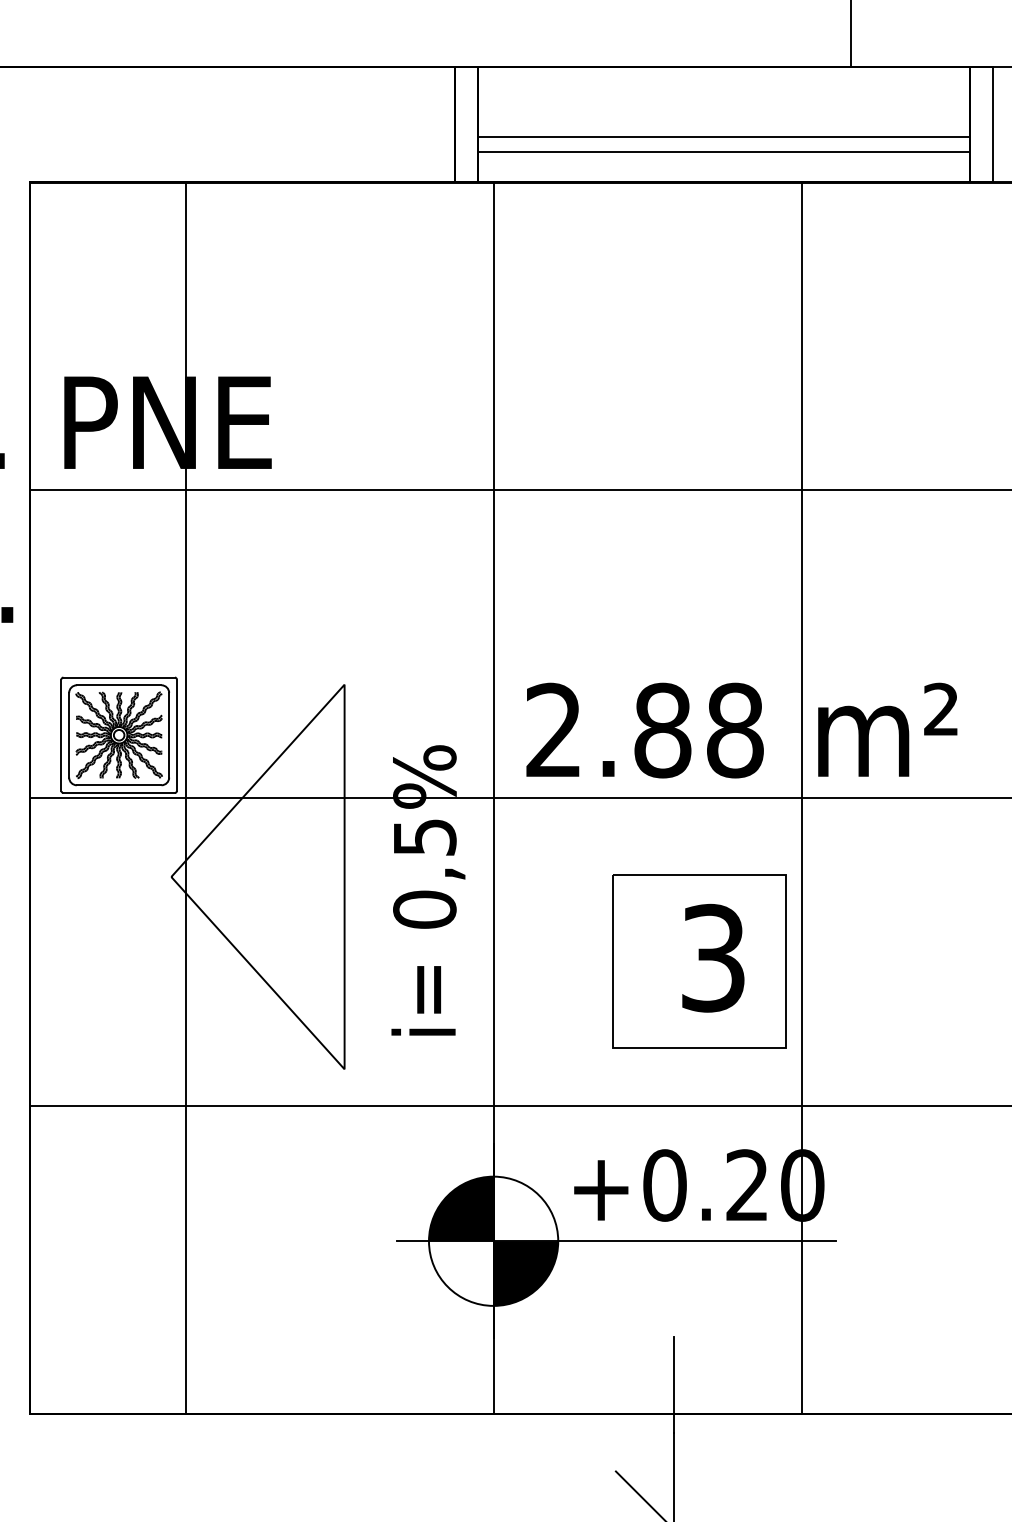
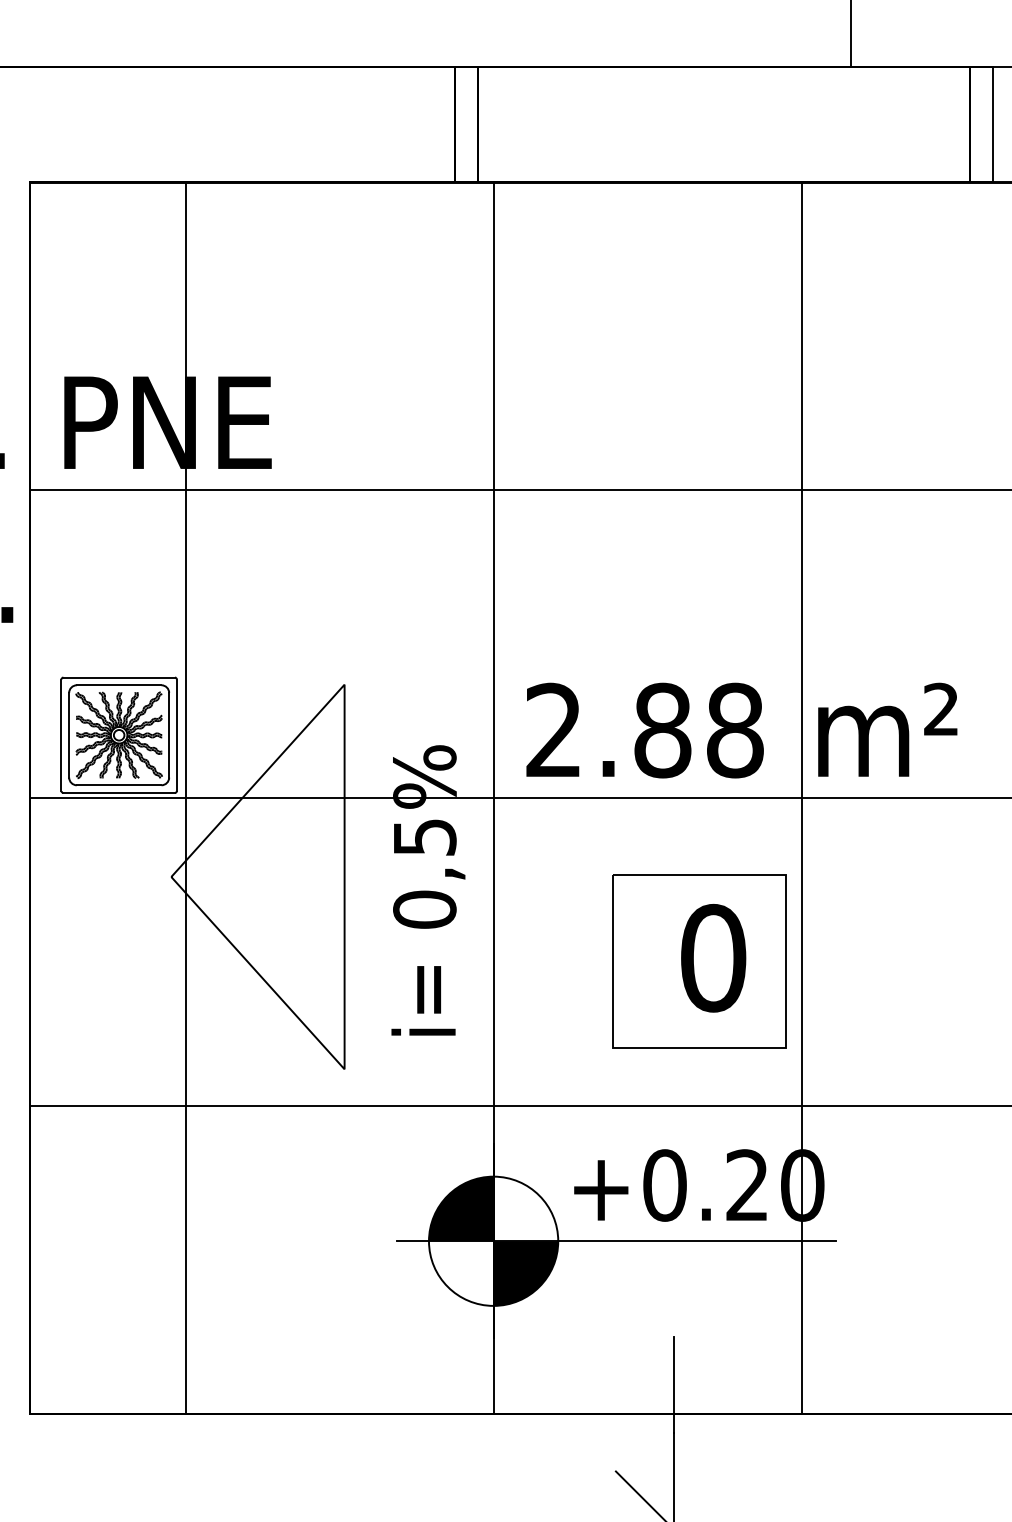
line at (723, 136): present -> none
line at (723, 152): present -> none
text at (713, 957): 3 -> 0
